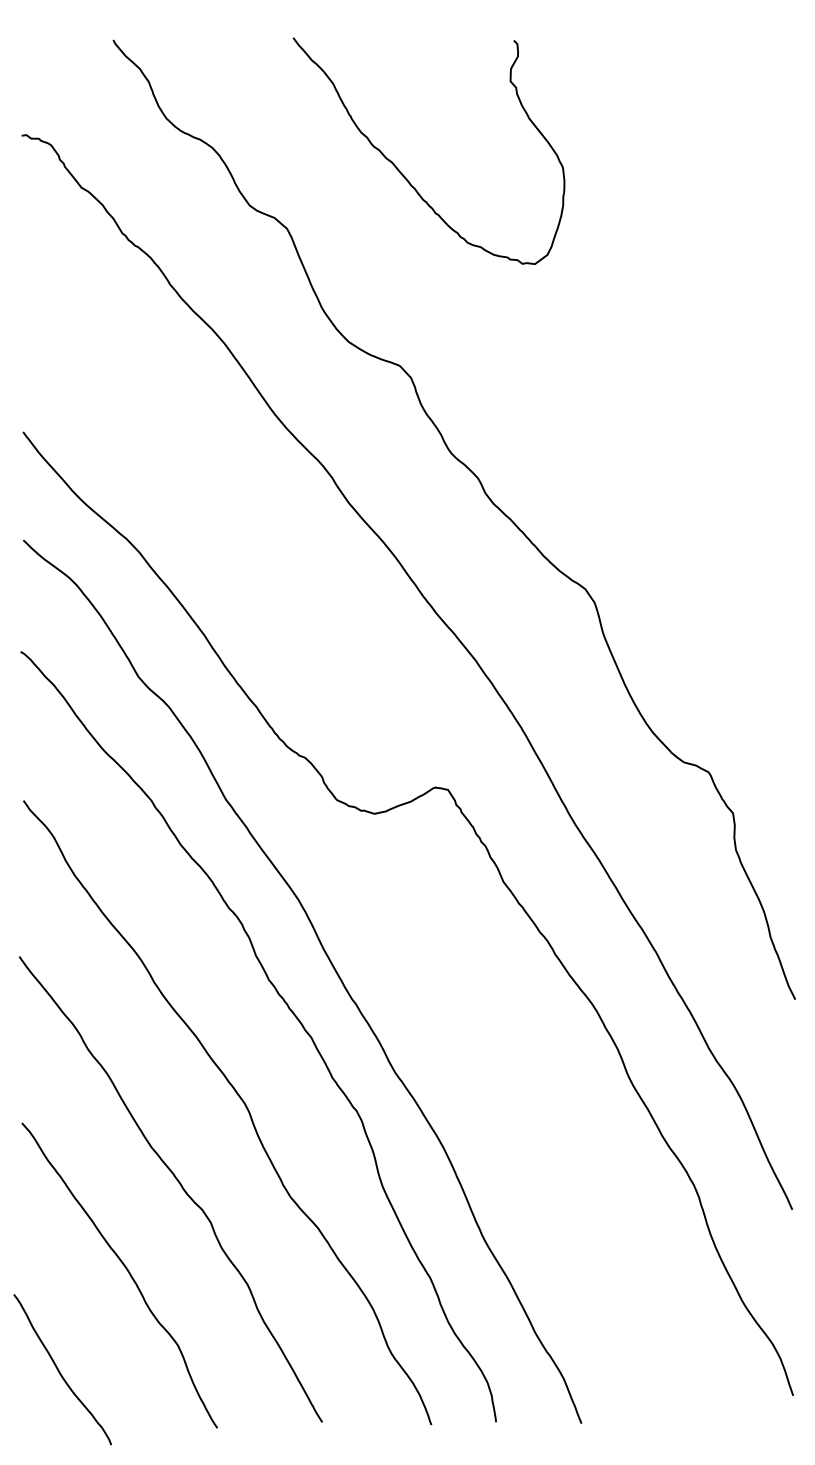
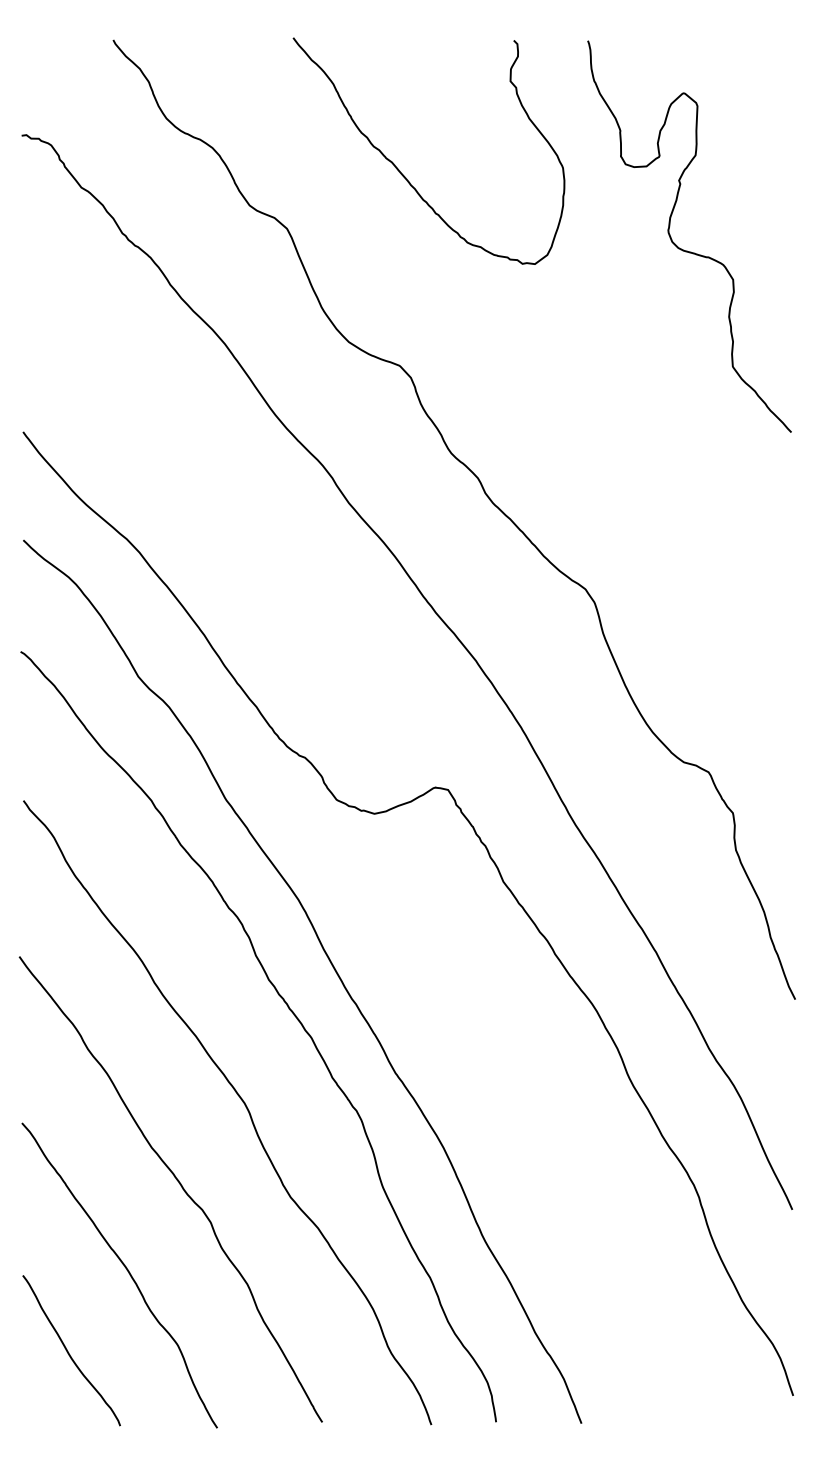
curve at (687, 250): none -> present
curve at (60, 1371) position: (60, 1371) -> (69, 1352)
